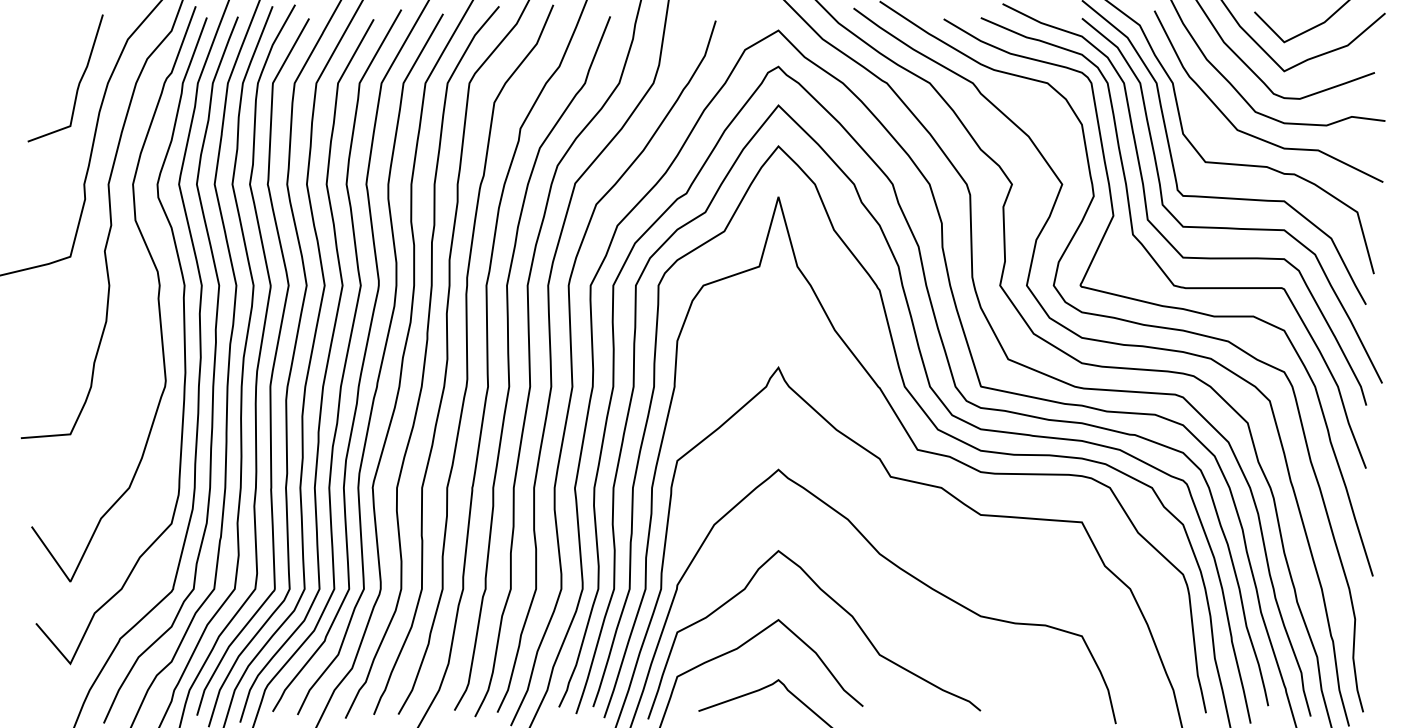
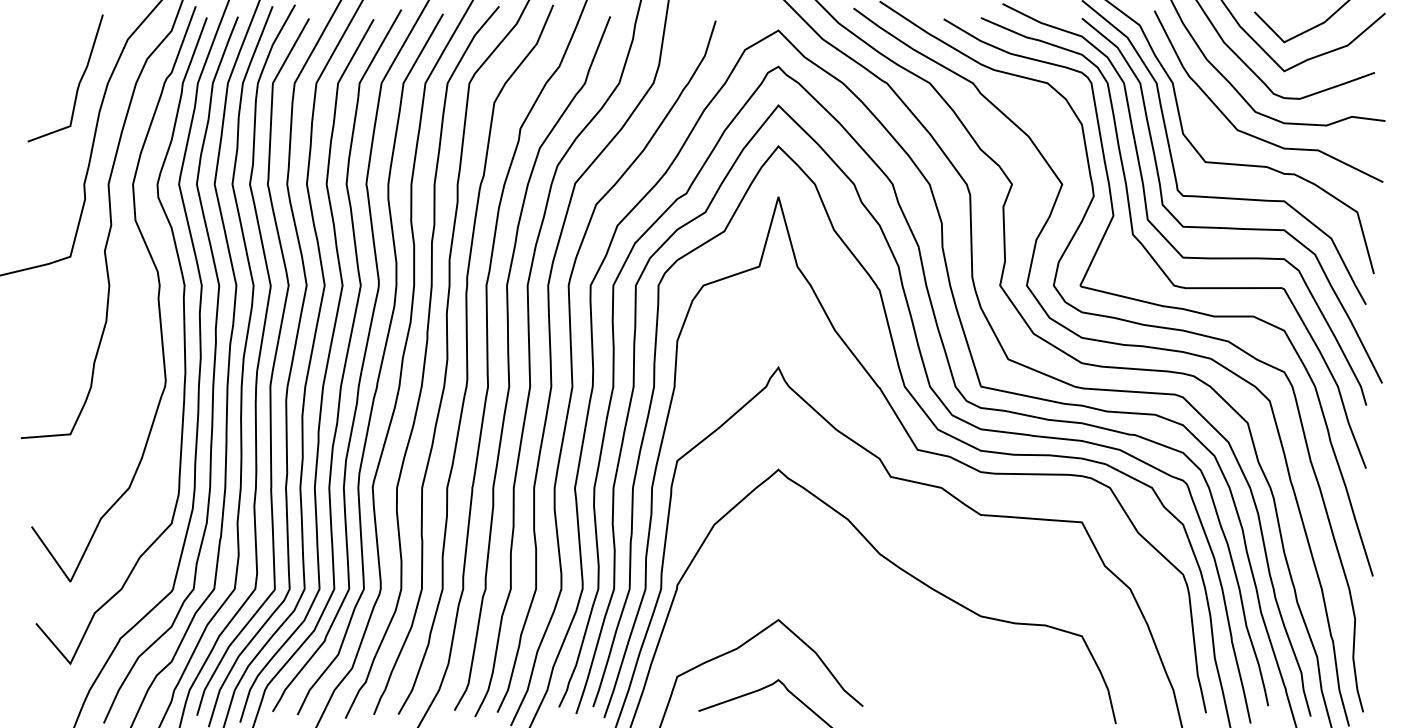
curve at (835, 603): present -> none
